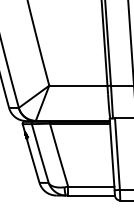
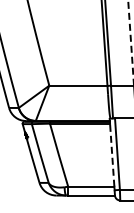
line at (131, 42): solid -> dashed
line at (112, 155): solid -> dashed
